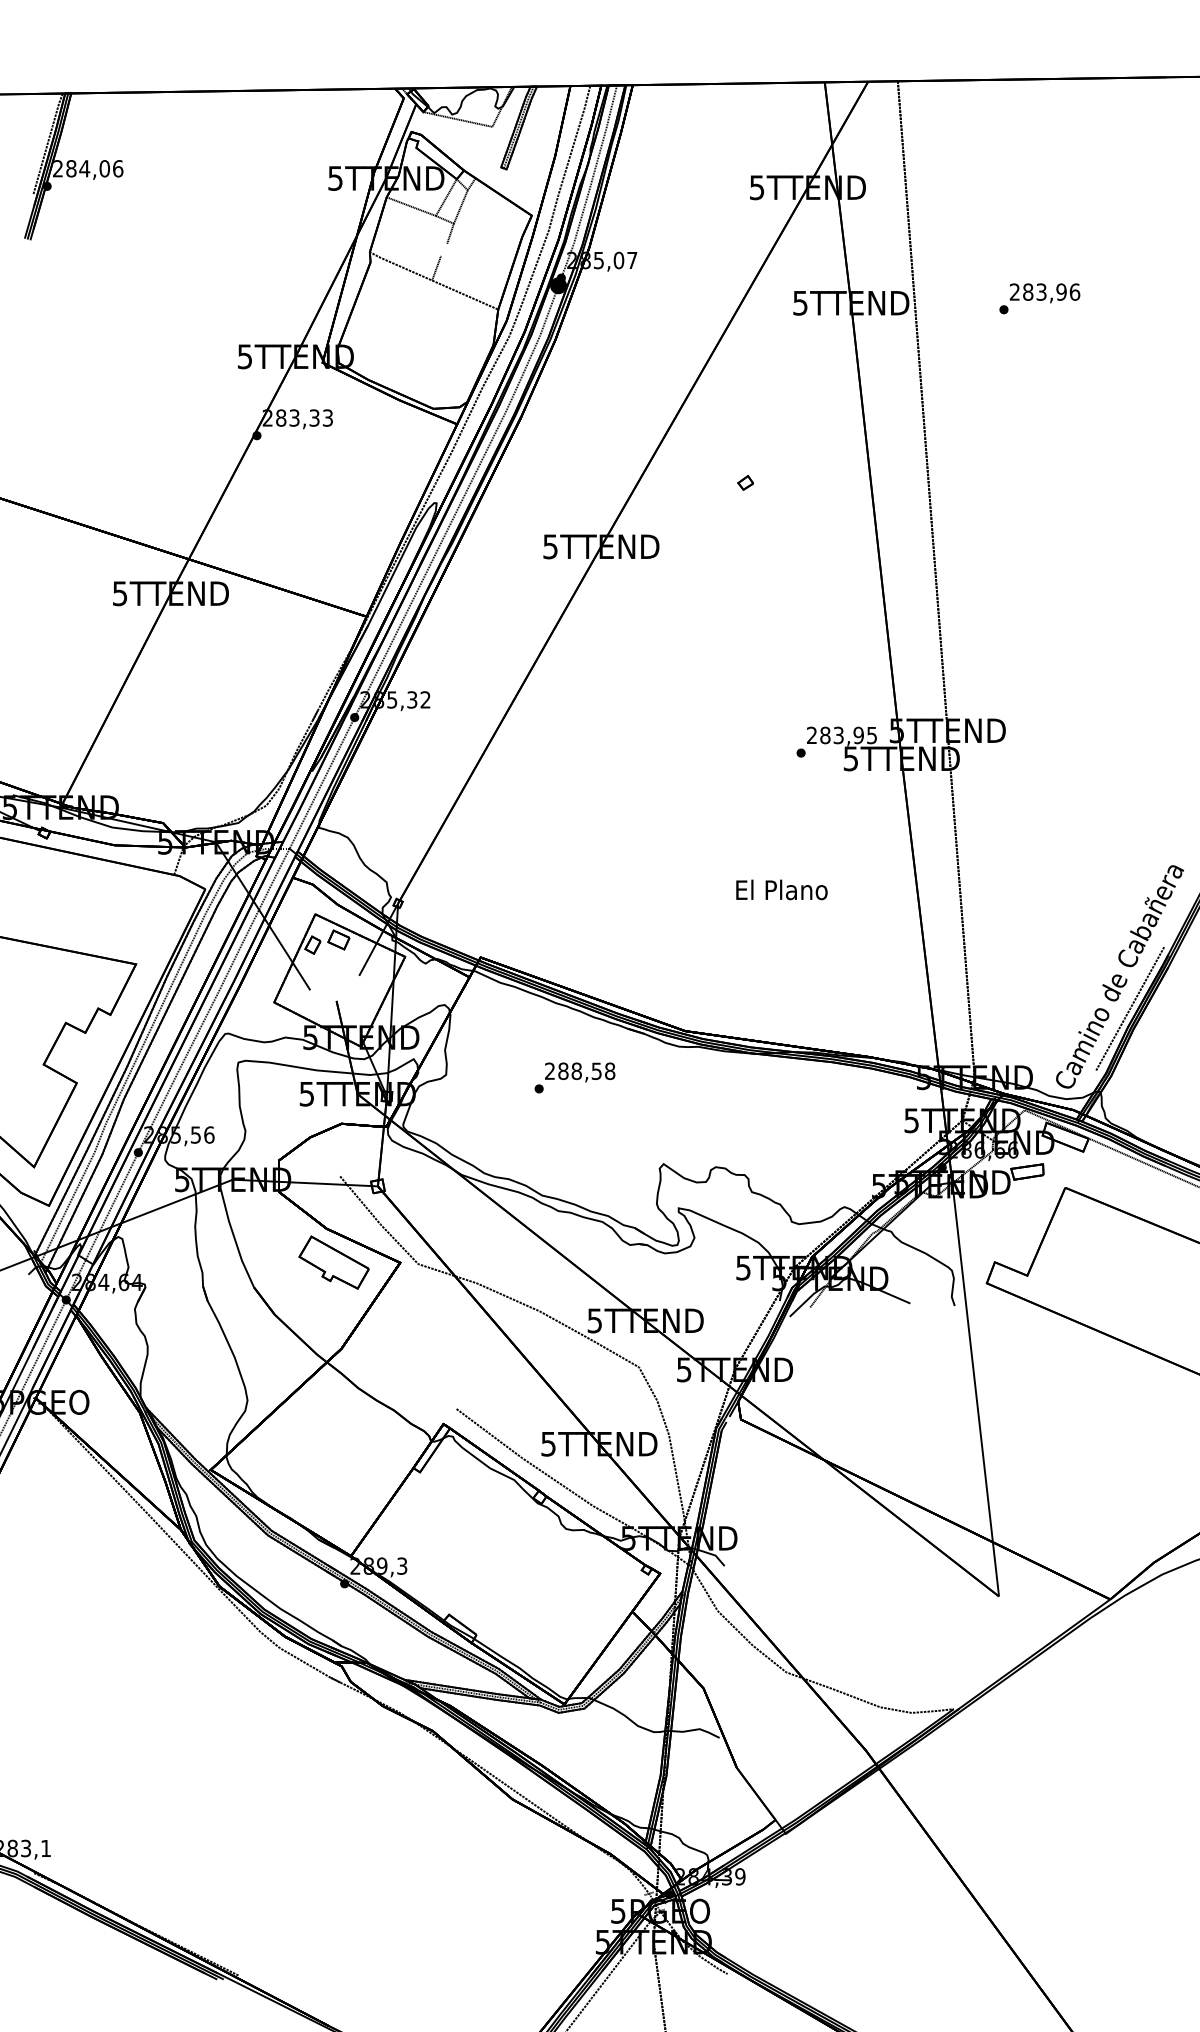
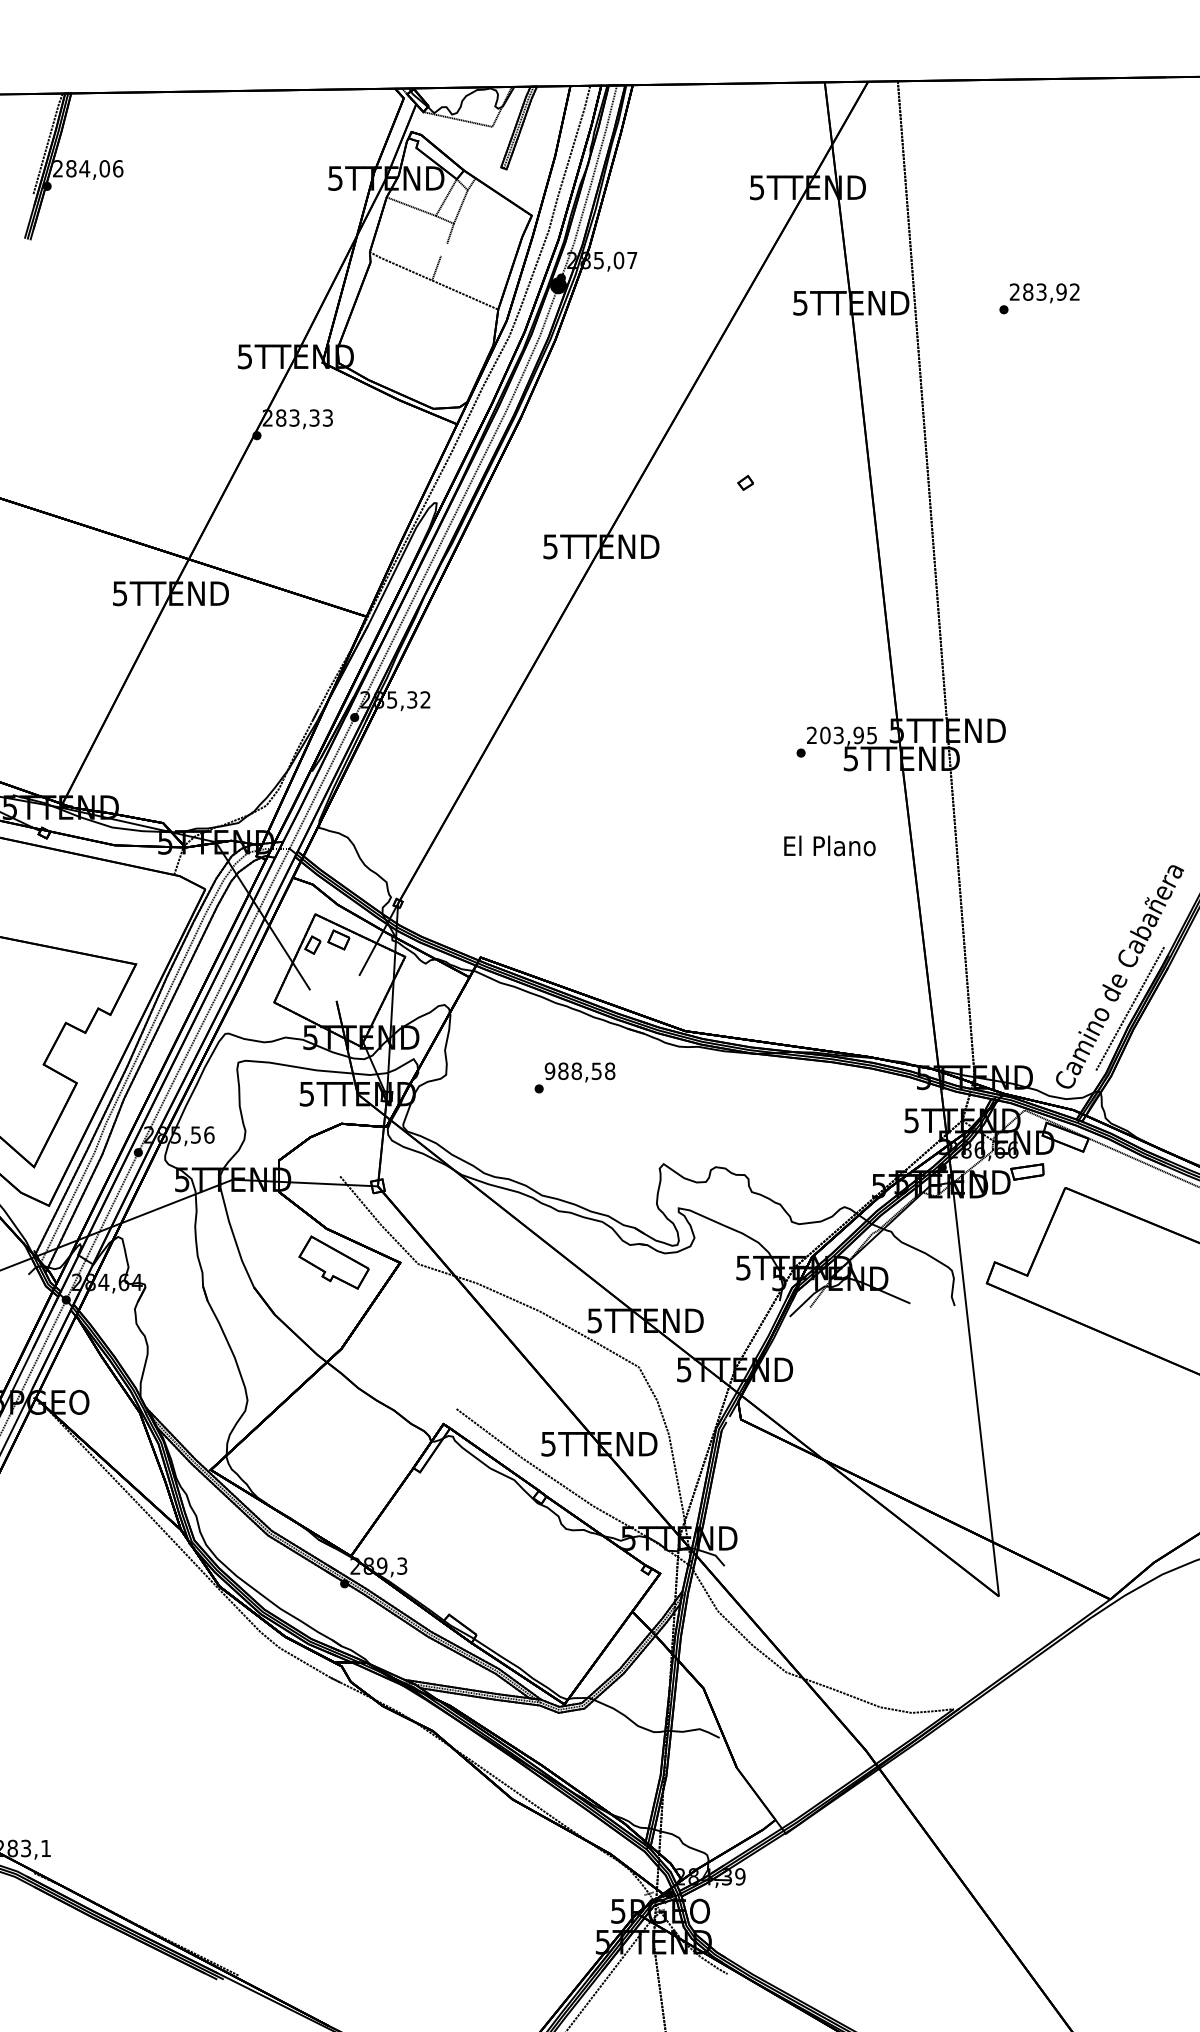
text at (1074, 291): 283,96 -> 283,92
text at (825, 735): 283,95 -> 203,95
text at (781, 889) position: (781, 889) -> (829, 845)
text at (549, 1071): 288,58 -> 988,58
